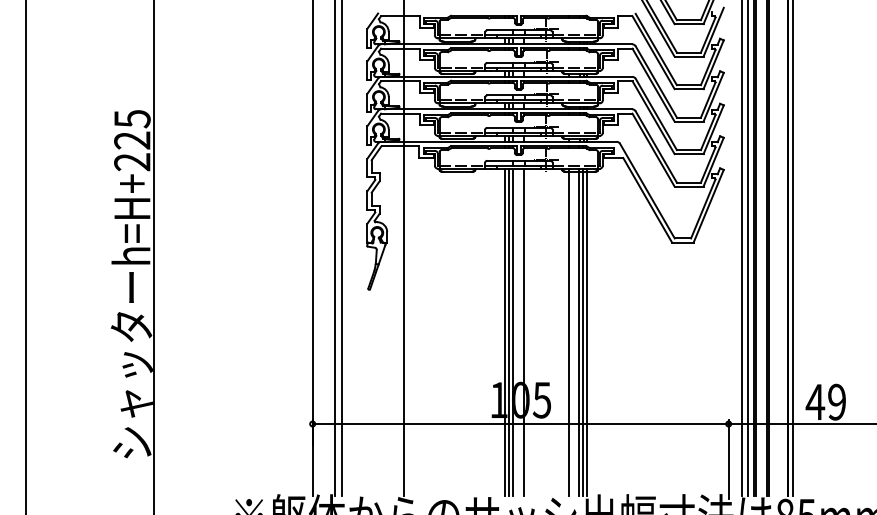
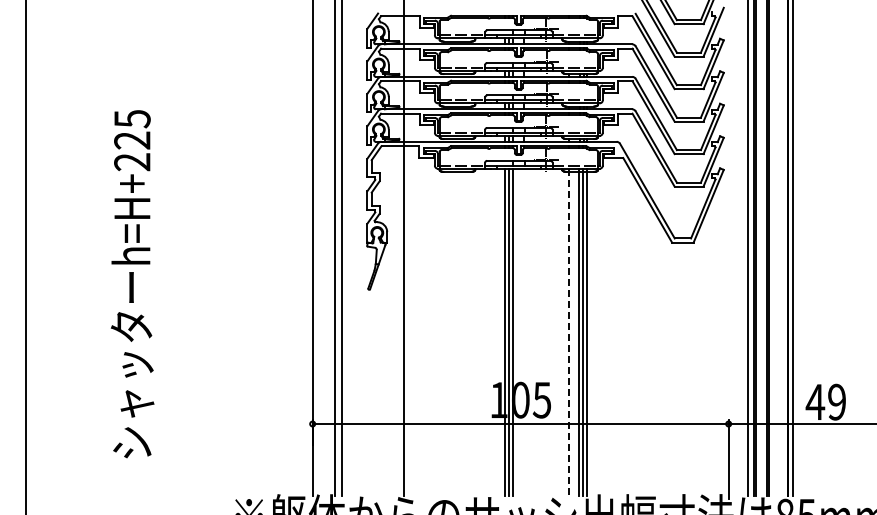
line at (741, 249): present -> none
line at (154, 256): present -> none
line at (523, 332): present -> none
line at (569, 332): solid -> dashed
